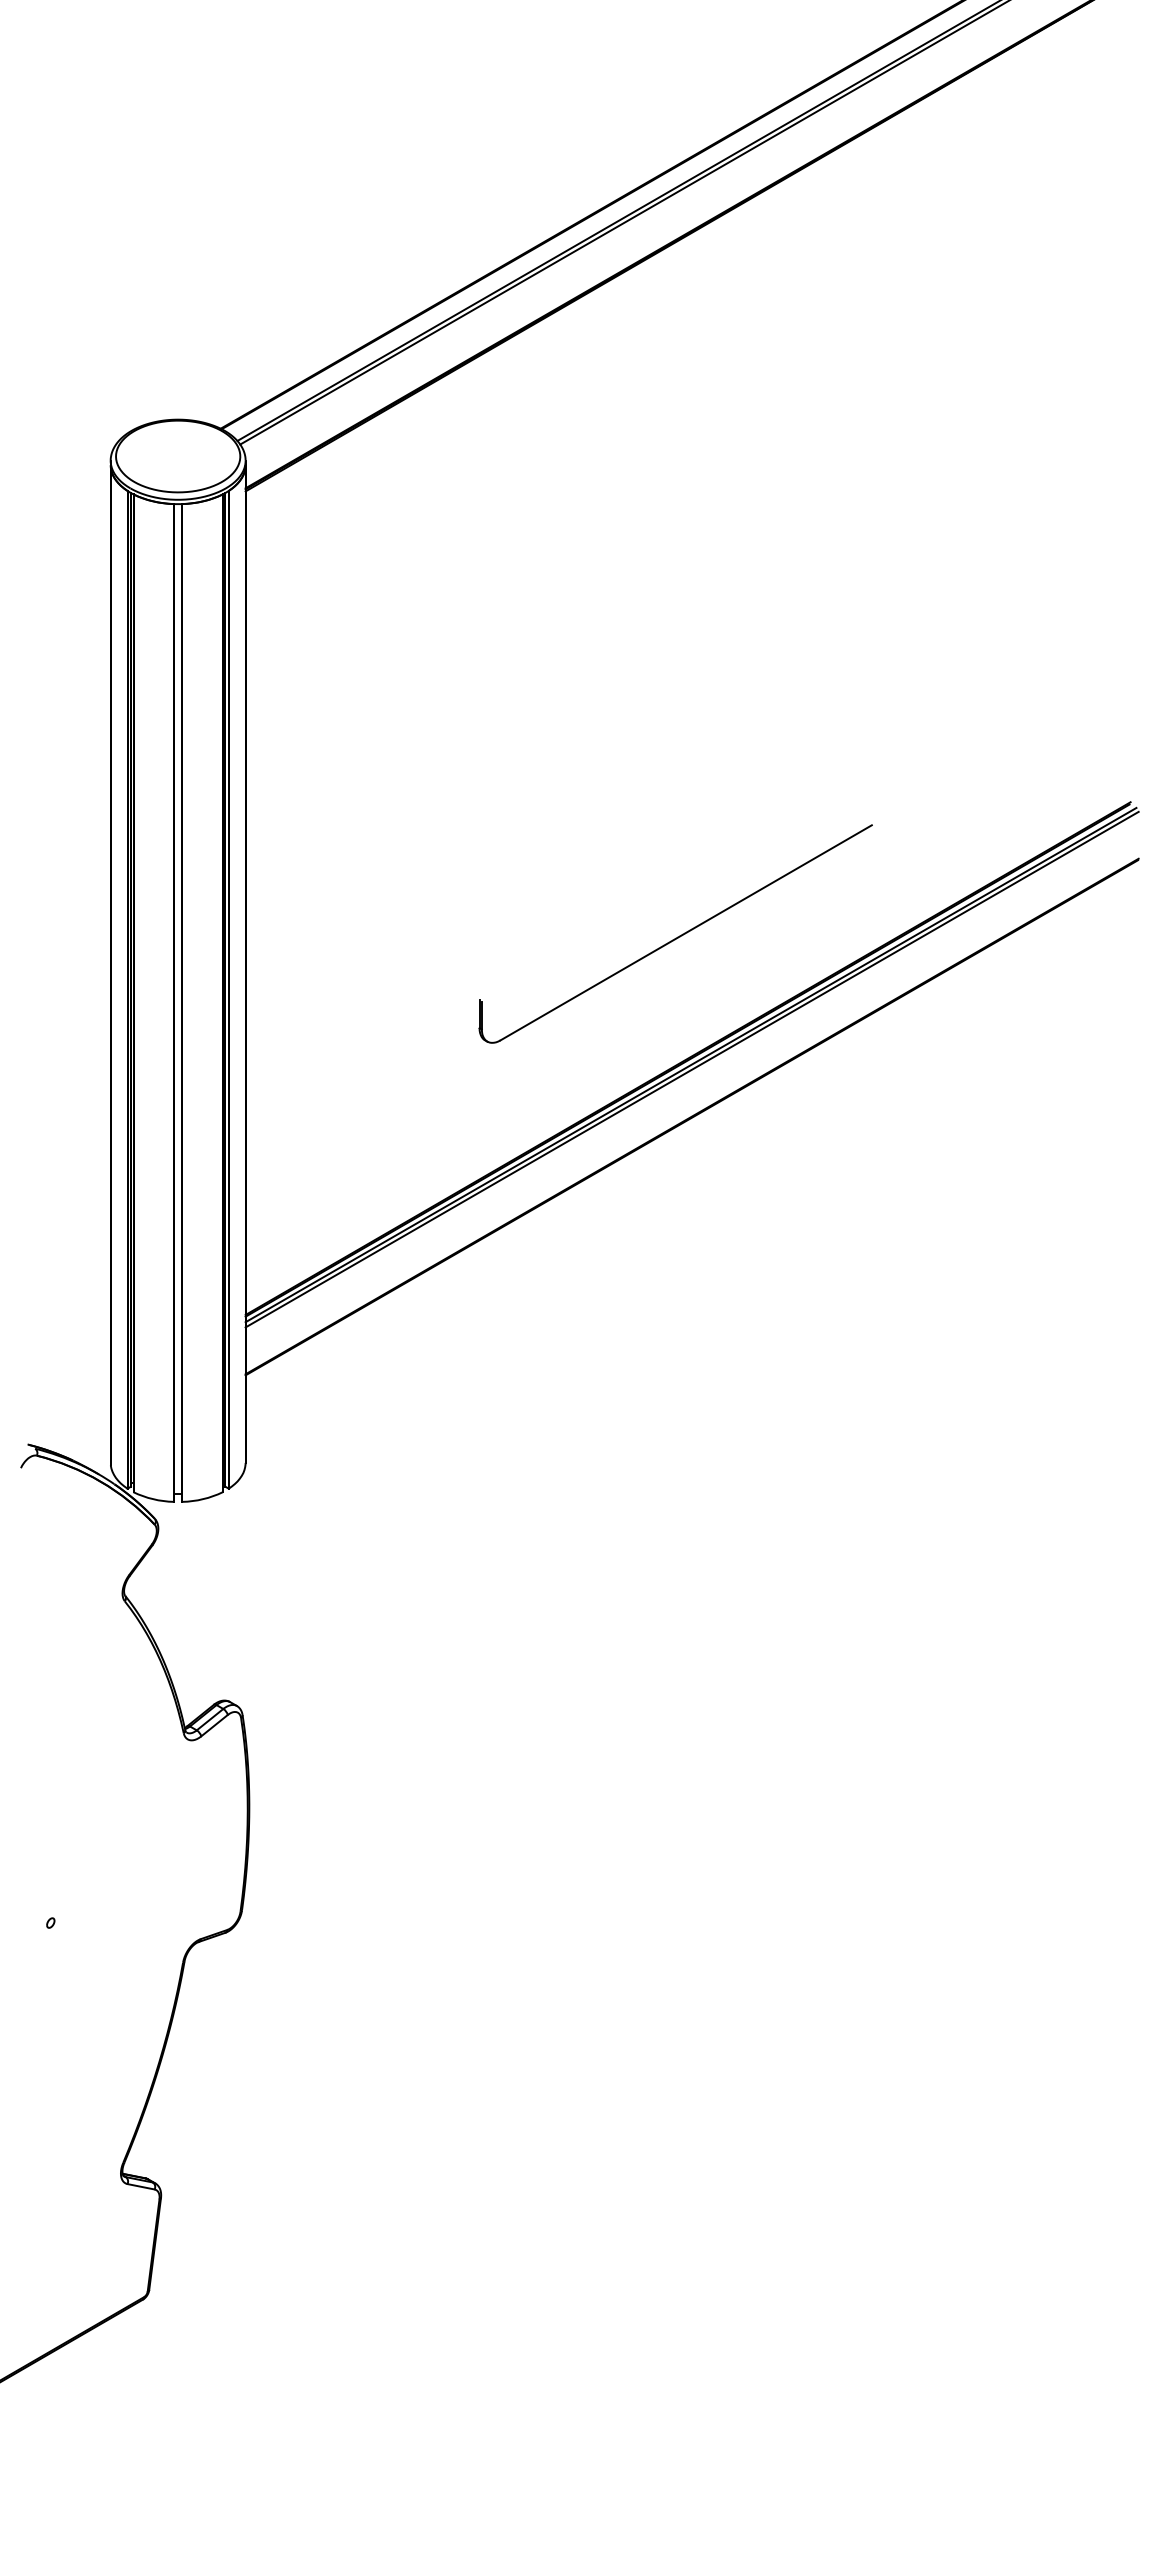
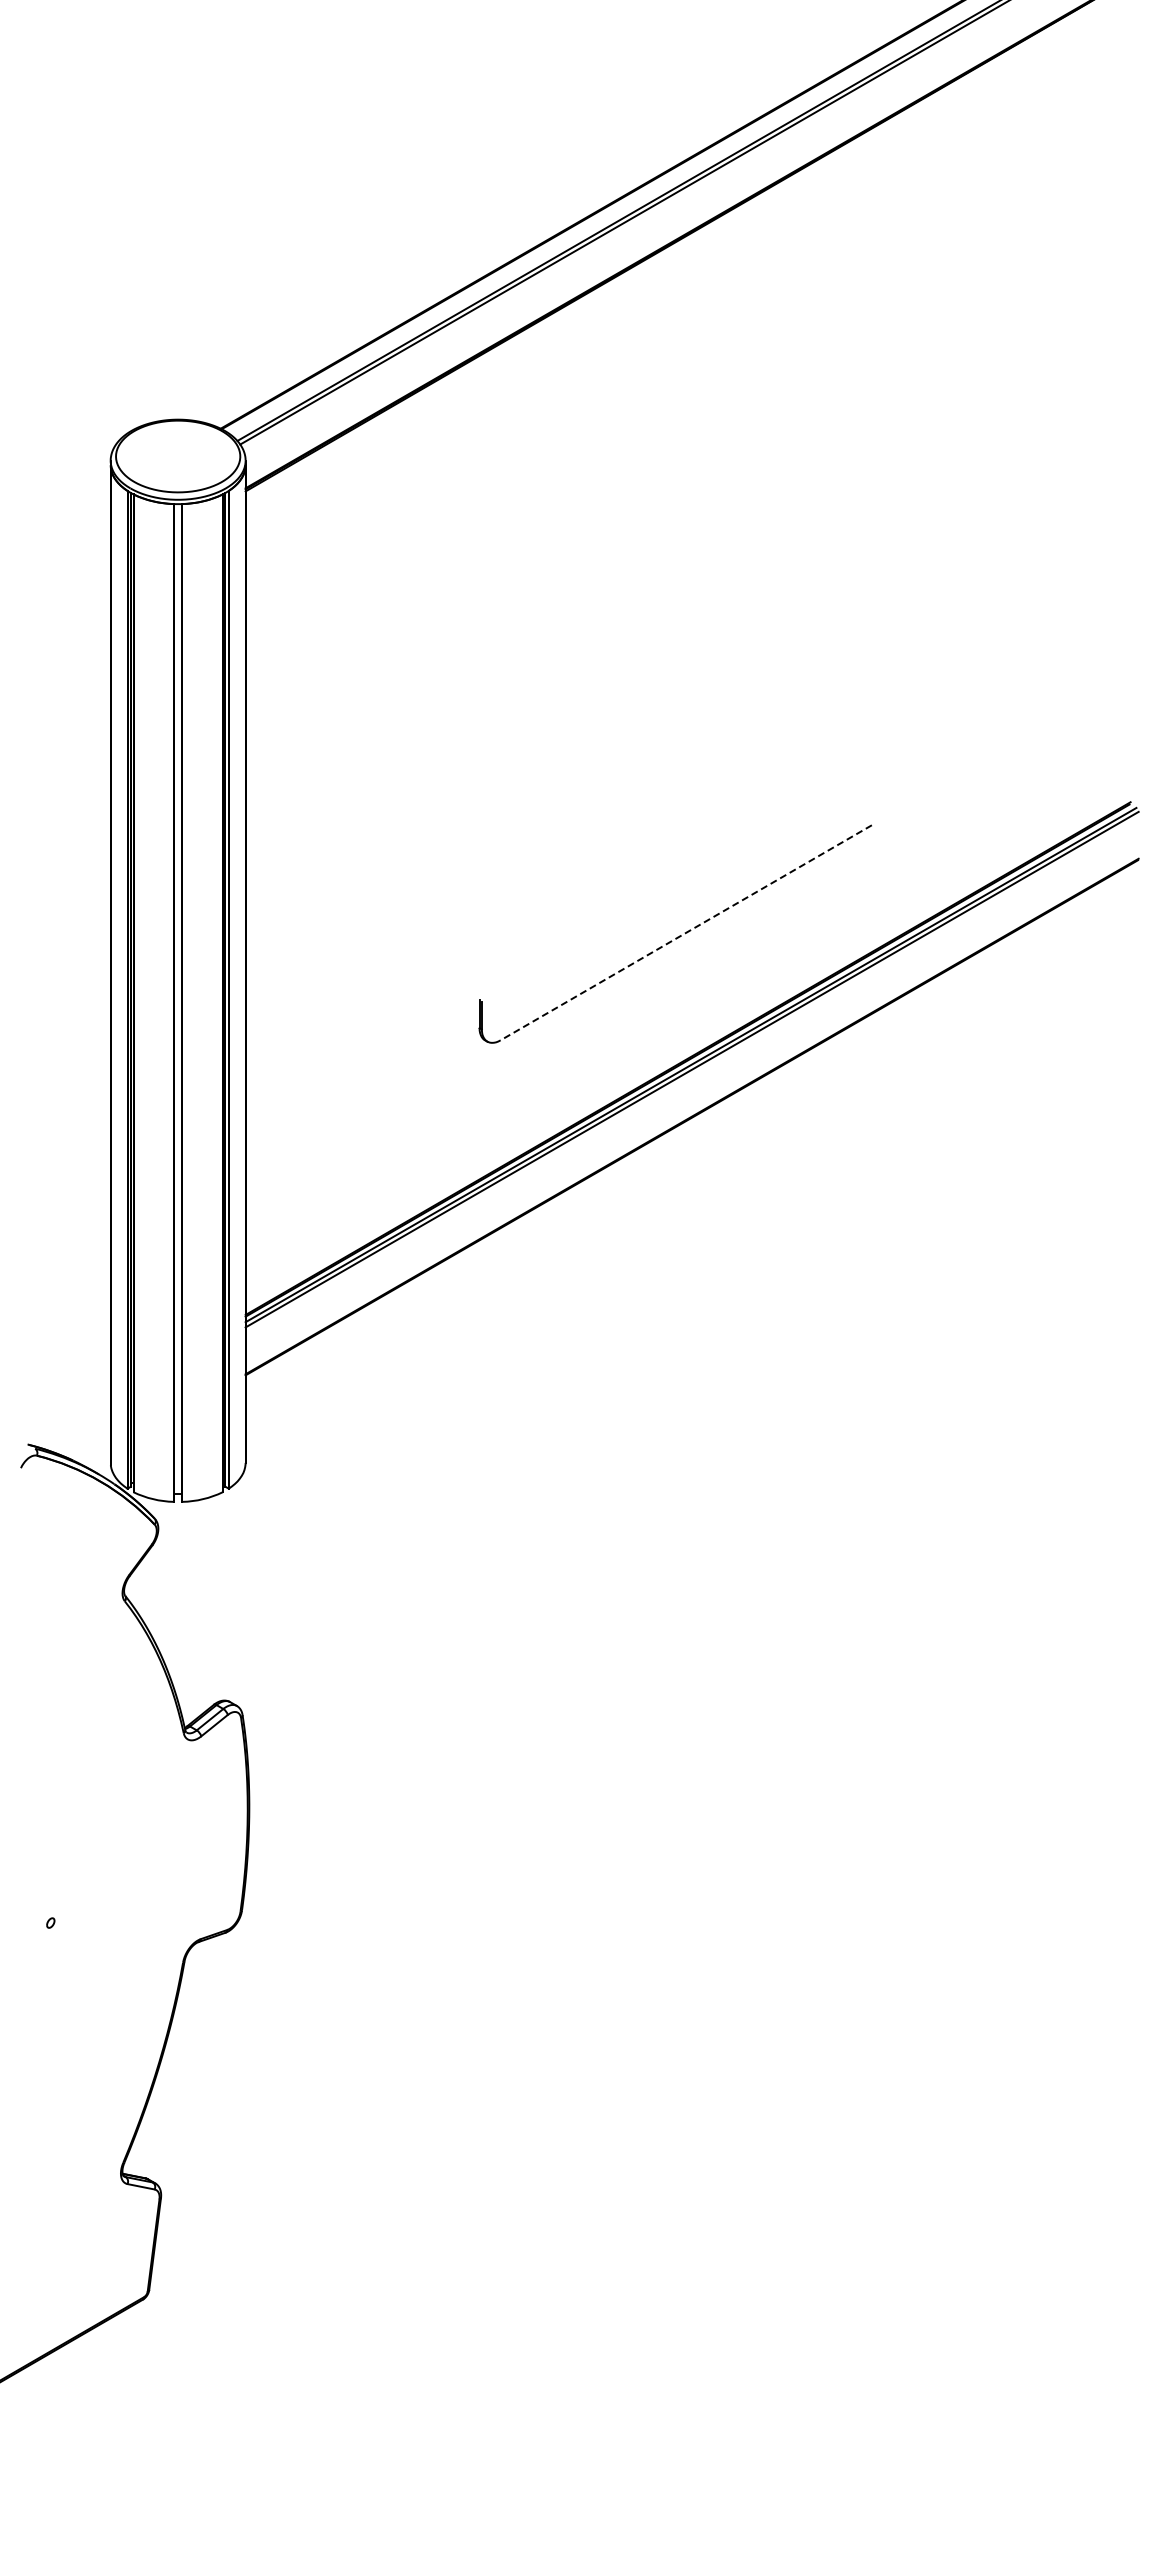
line at (686, 932): solid -> dashed
